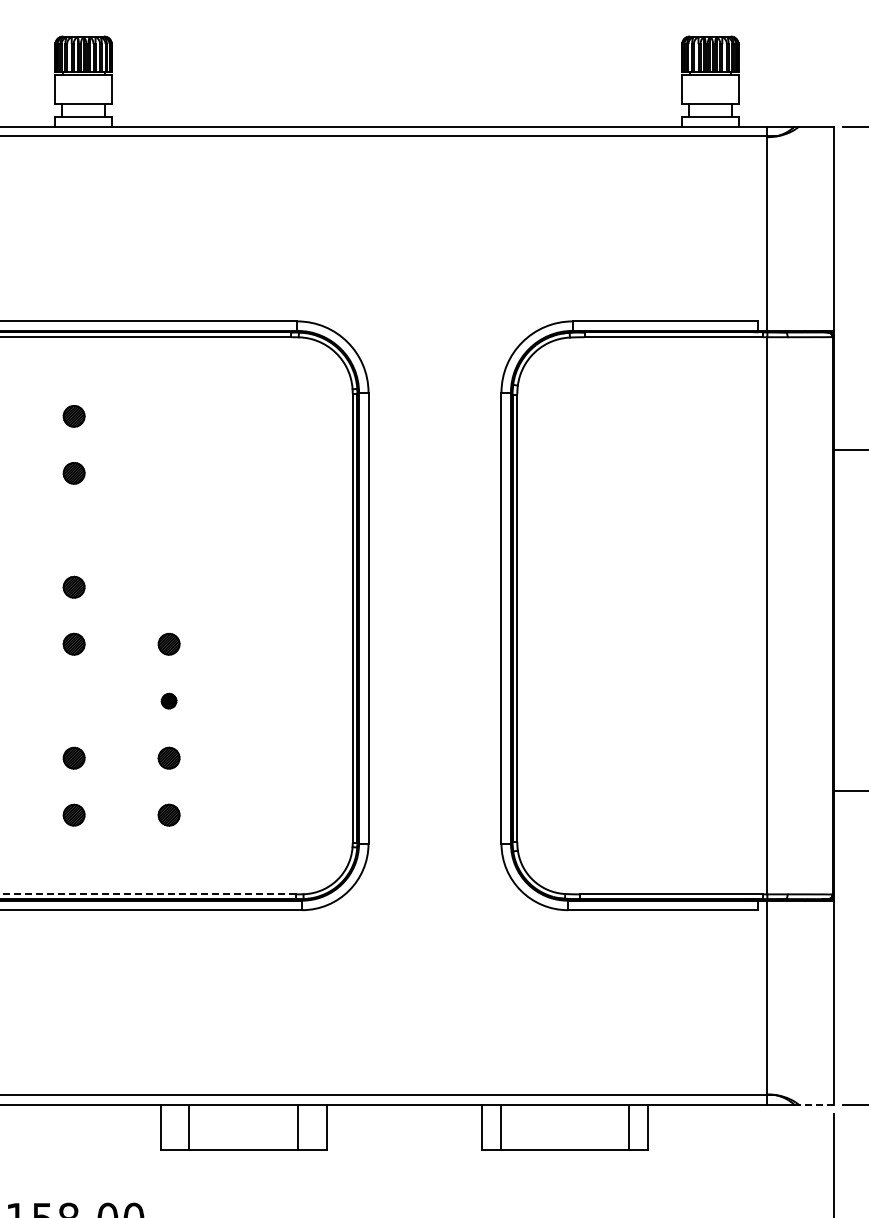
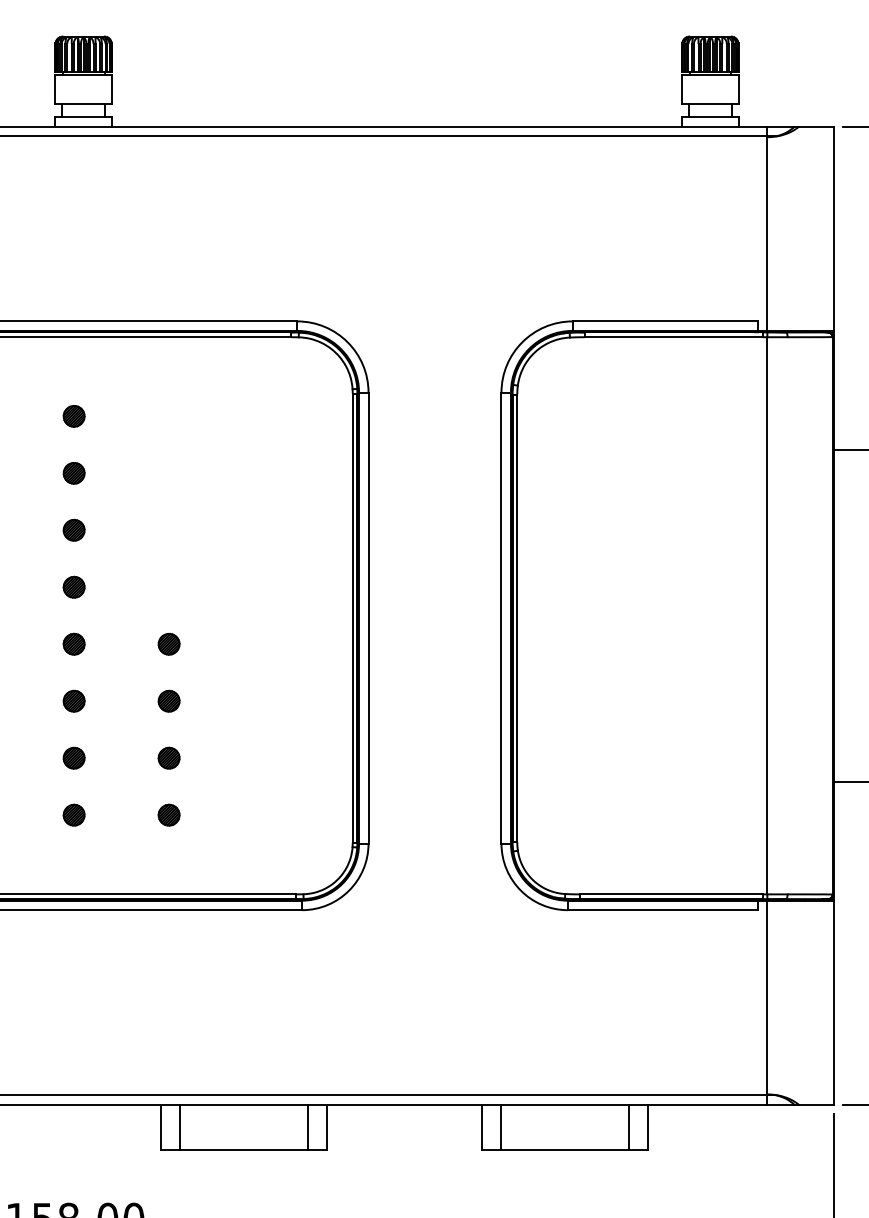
part at (73, 529): none -> present
part at (73, 700): none -> present
part at (168, 700) size: 18x18 px -> 24x24 px
line at (849, 790) position: (849, 790) -> (849, 781)
line at (147, 894): dashed -> solid
line at (815, 1104): dashed -> solid
line at (189, 1127) position: (189, 1127) -> (180, 1127)
line at (297, 1127) position: (297, 1127) -> (307, 1127)
